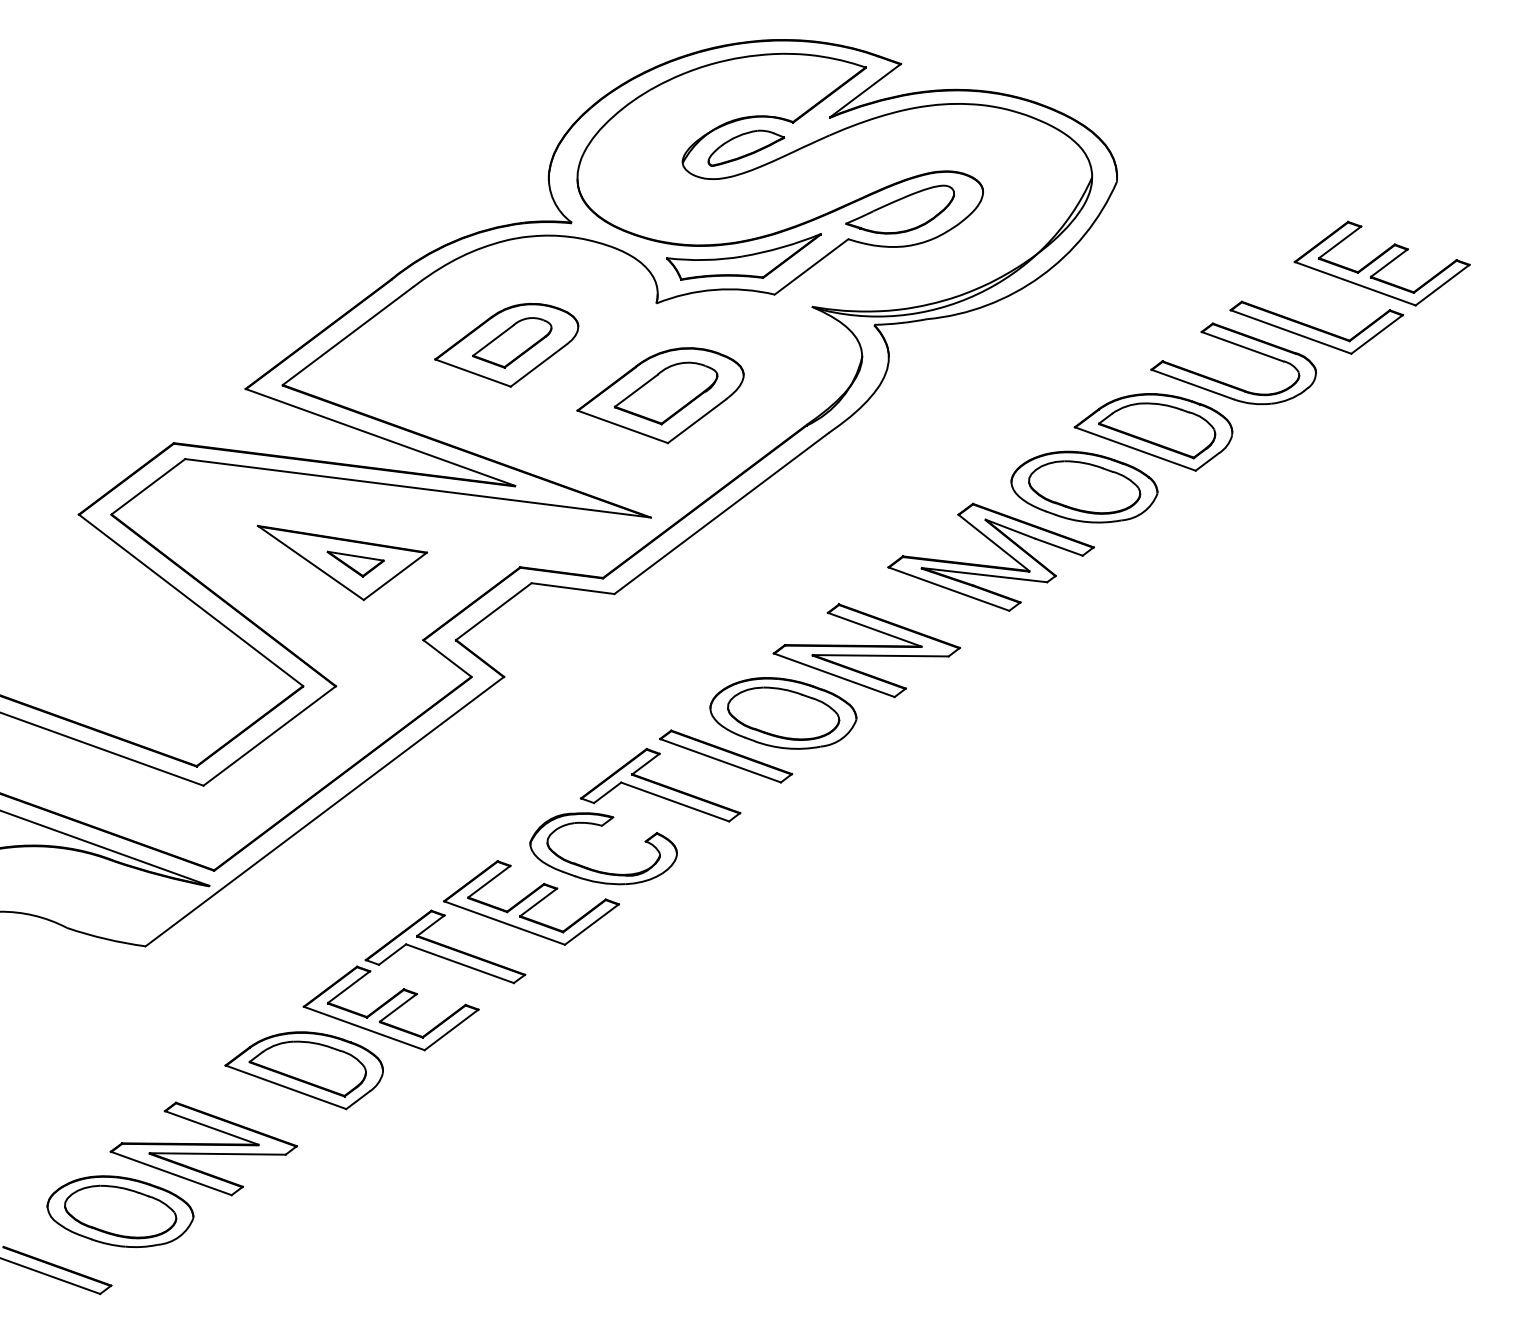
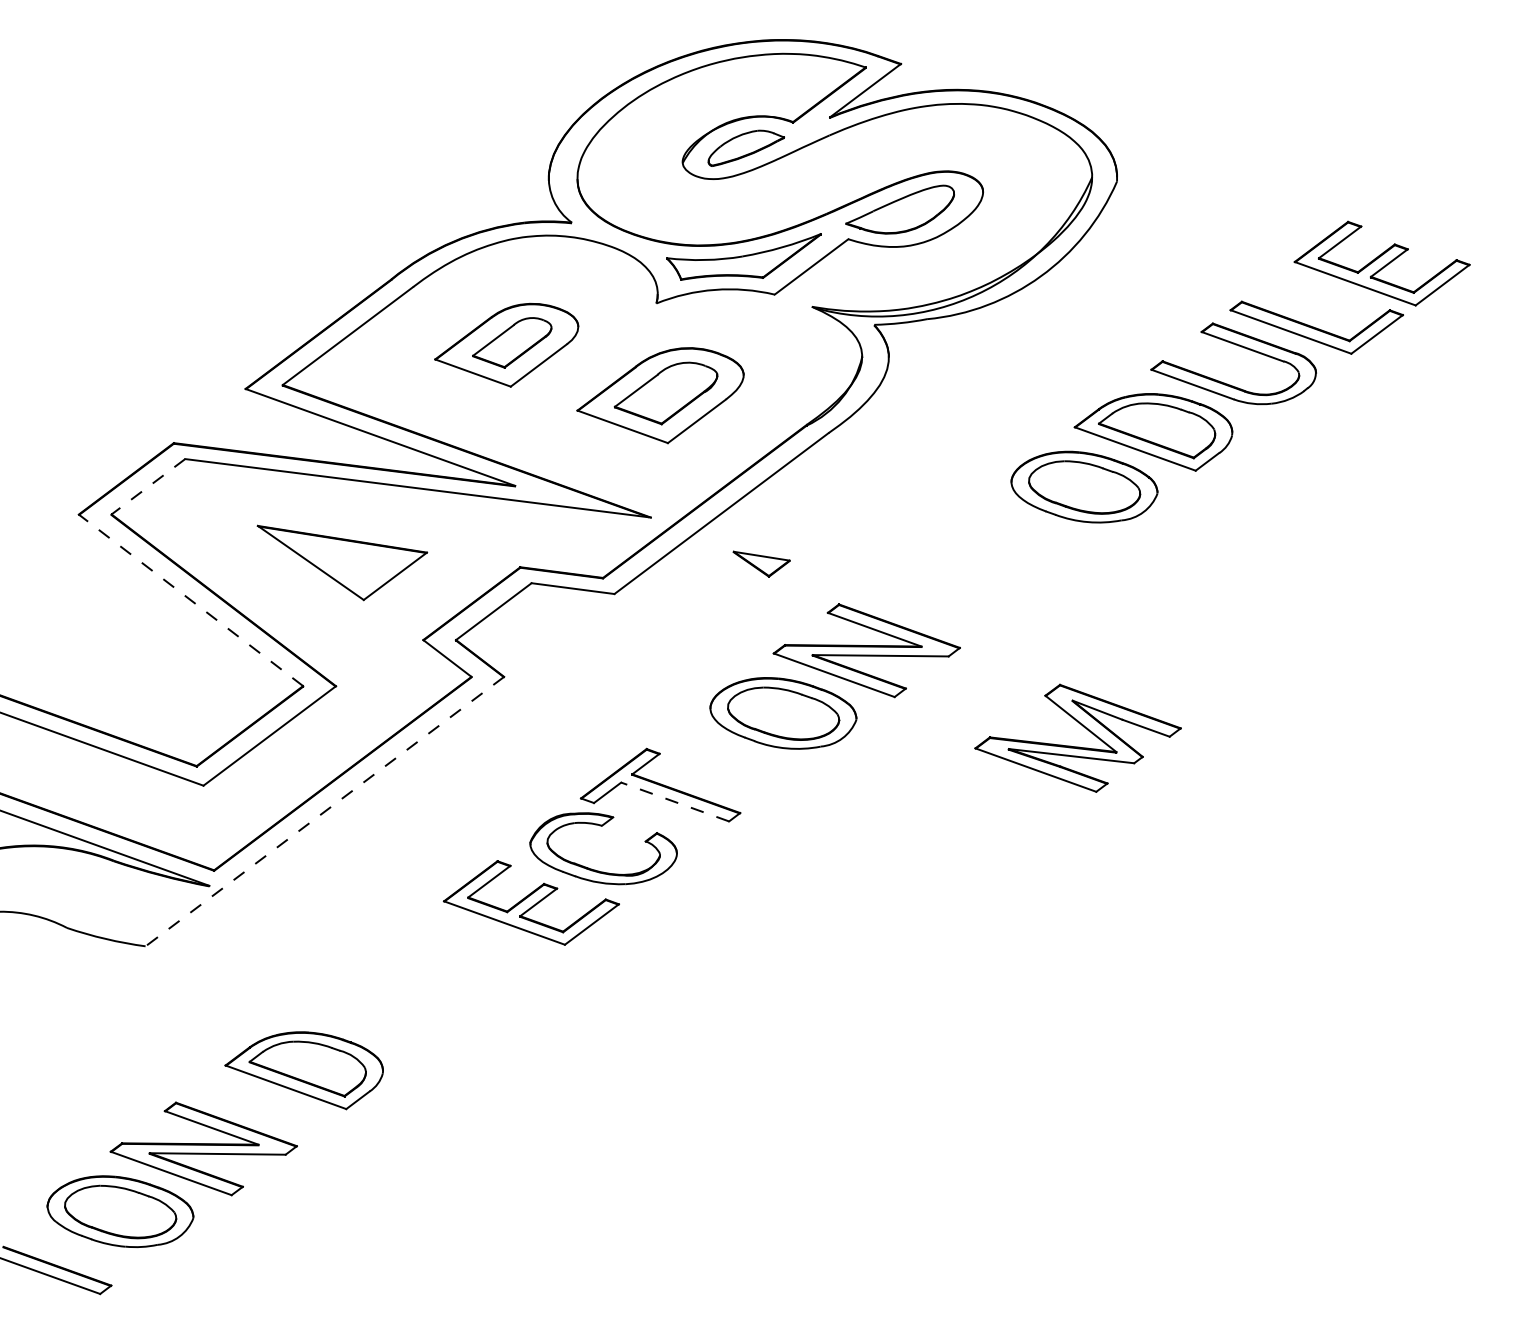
line at (148, 487): solid -> dashed
part at (355, 563) position: (355, 563) -> (761, 563)
part at (990, 565) position: (990, 565) -> (1077, 746)
line at (190, 600): solid -> dashed
part at (726, 756): present -> none
line at (674, 801): solid -> dashed
line at (324, 811): solid -> dashed
part at (410, 990): present -> none
